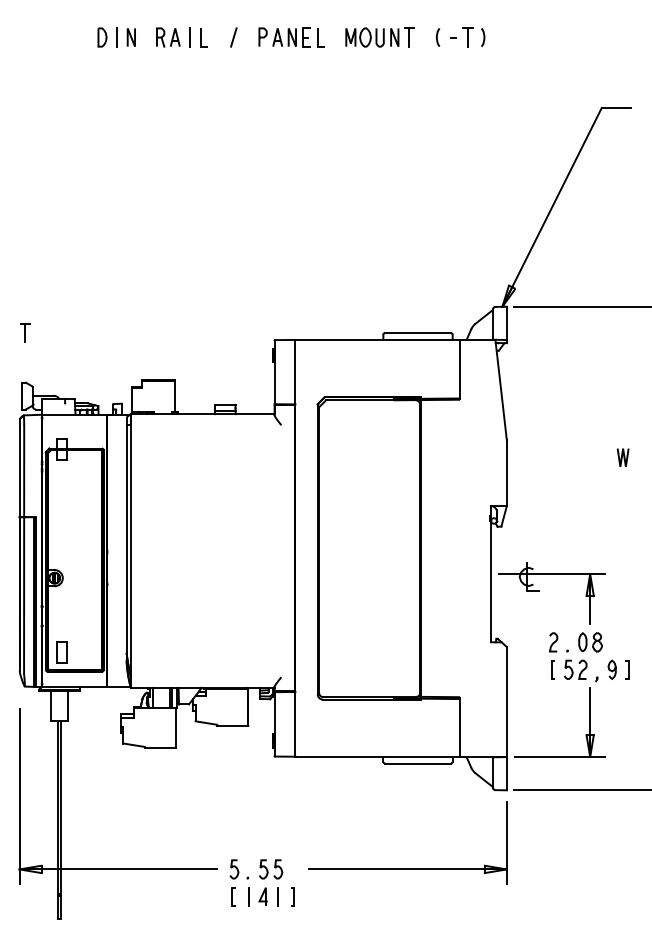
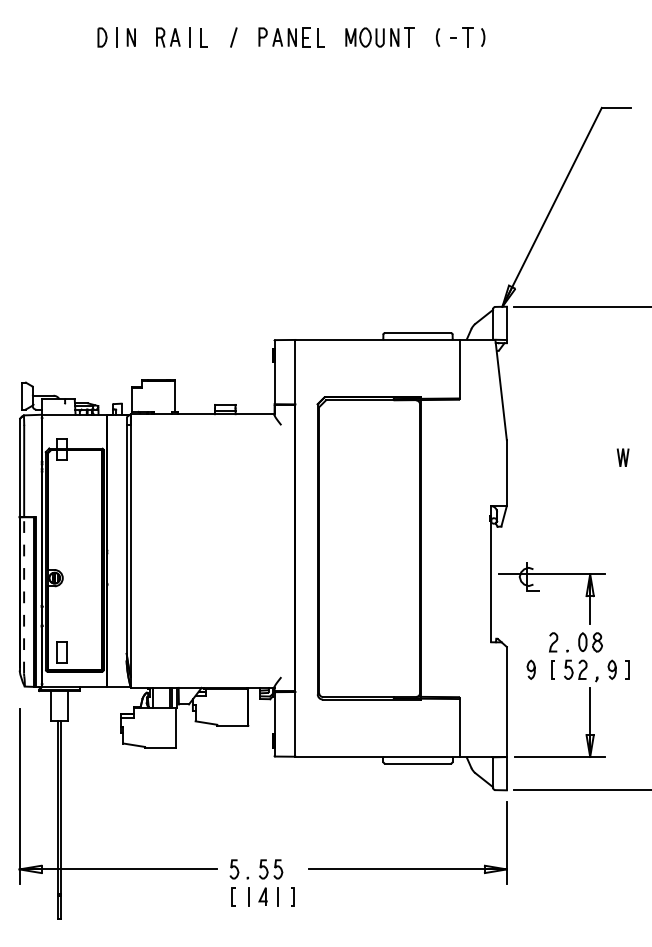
part at (25, 332): present -> none
line at (24, 594): solid -> dashed
curve at (530, 669): none -> present
